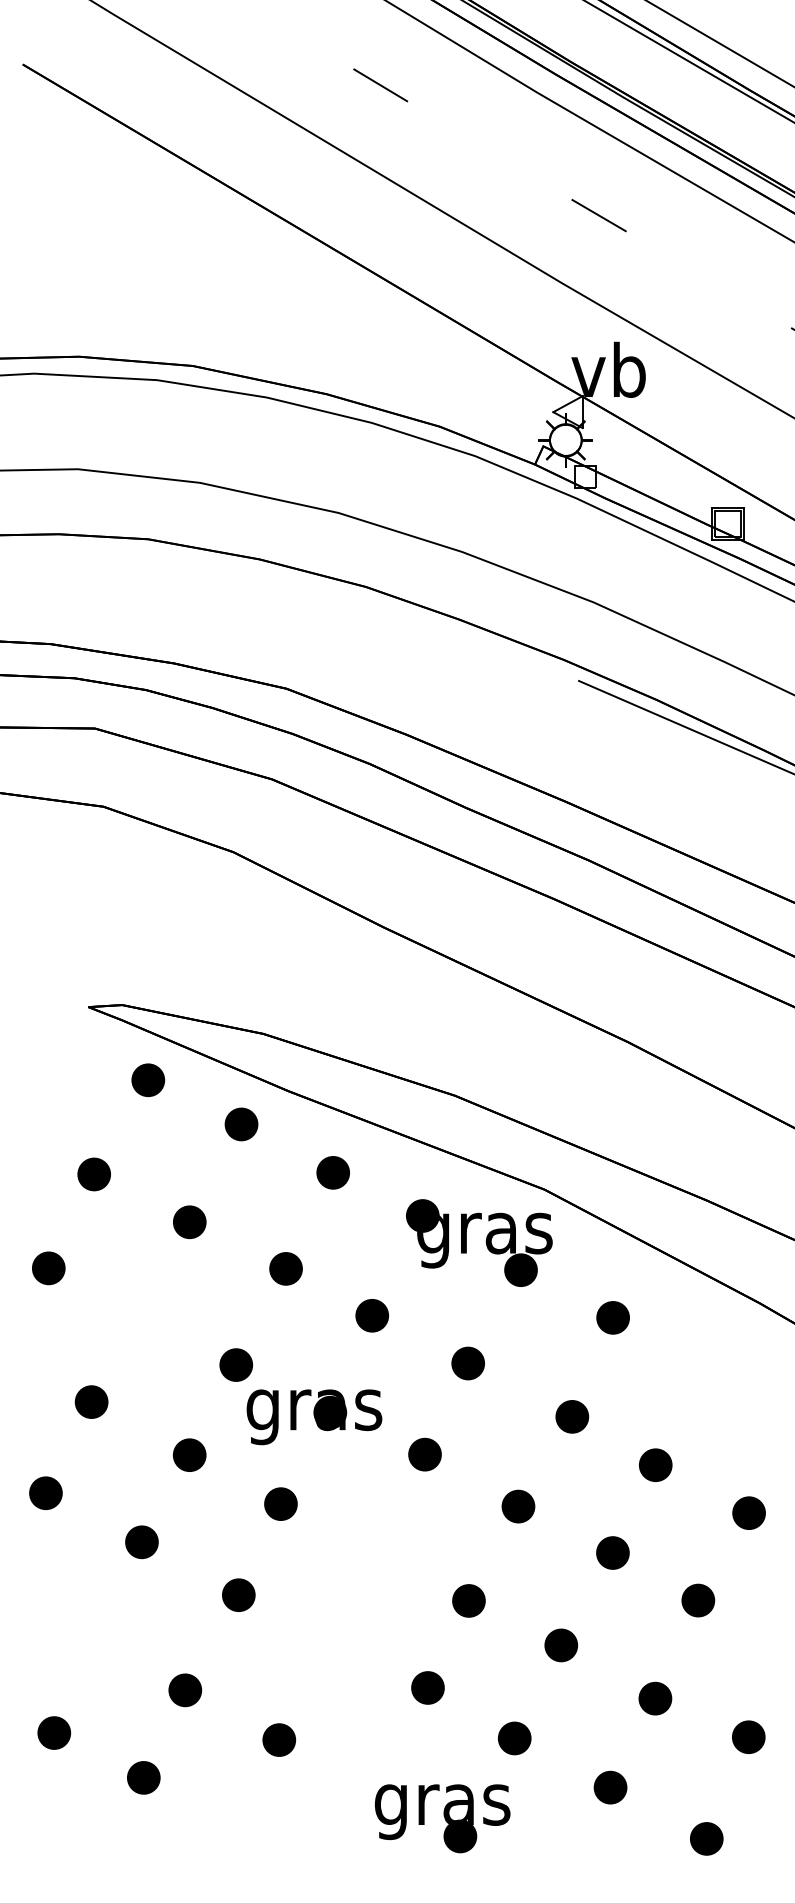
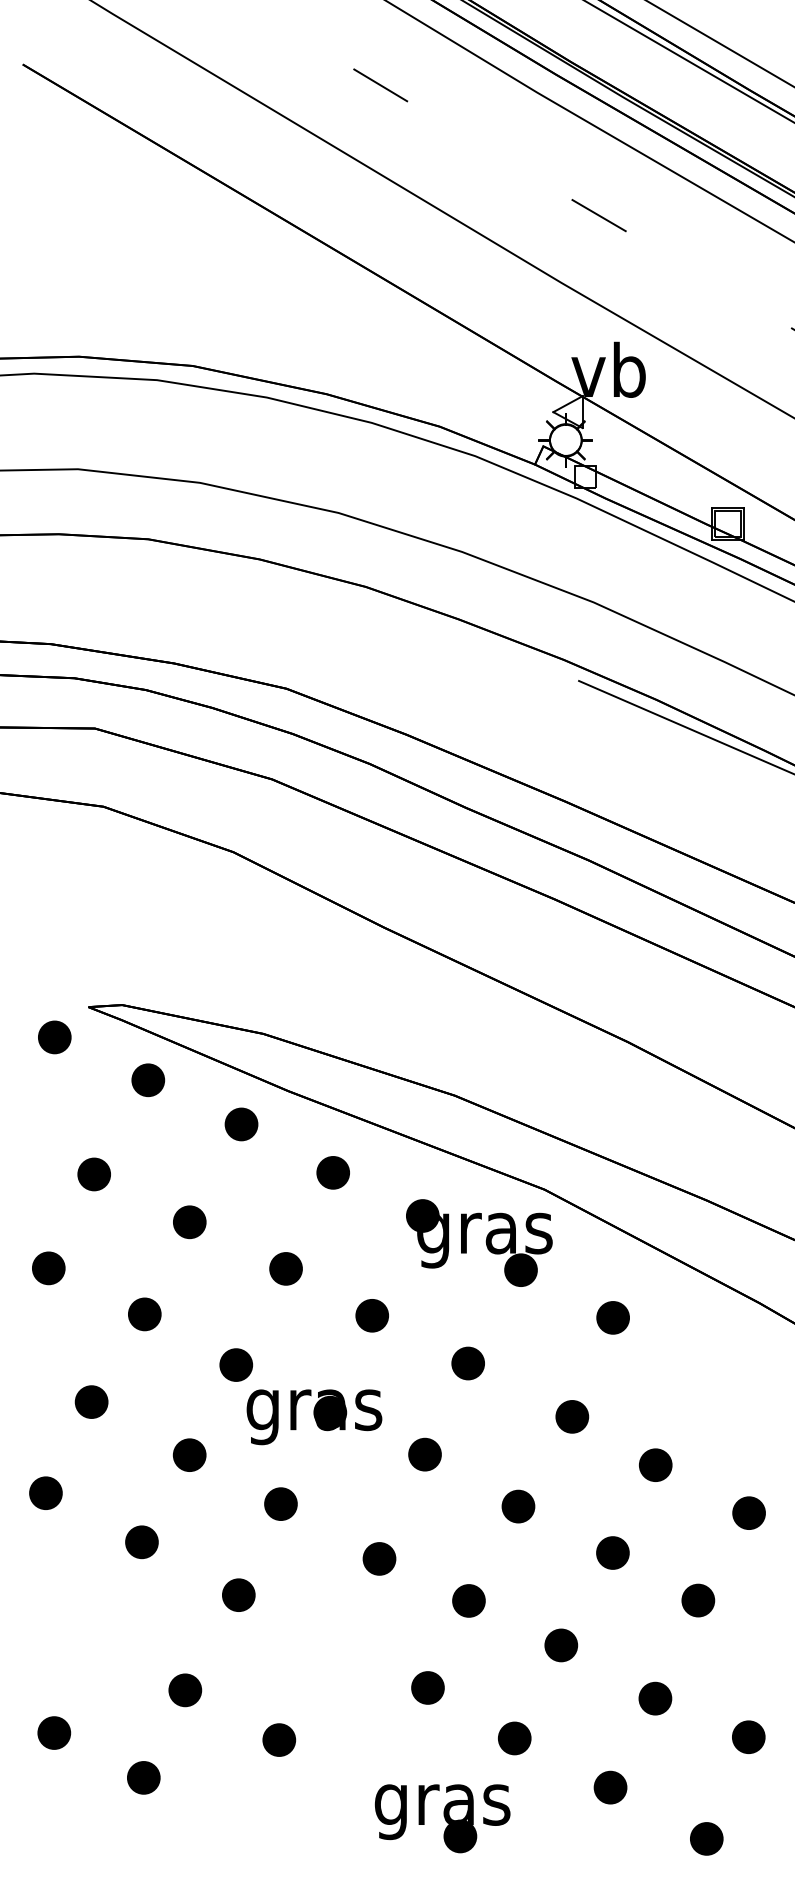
part at (54, 1037): none -> present
part at (144, 1314): none -> present
part at (379, 1558): none -> present
